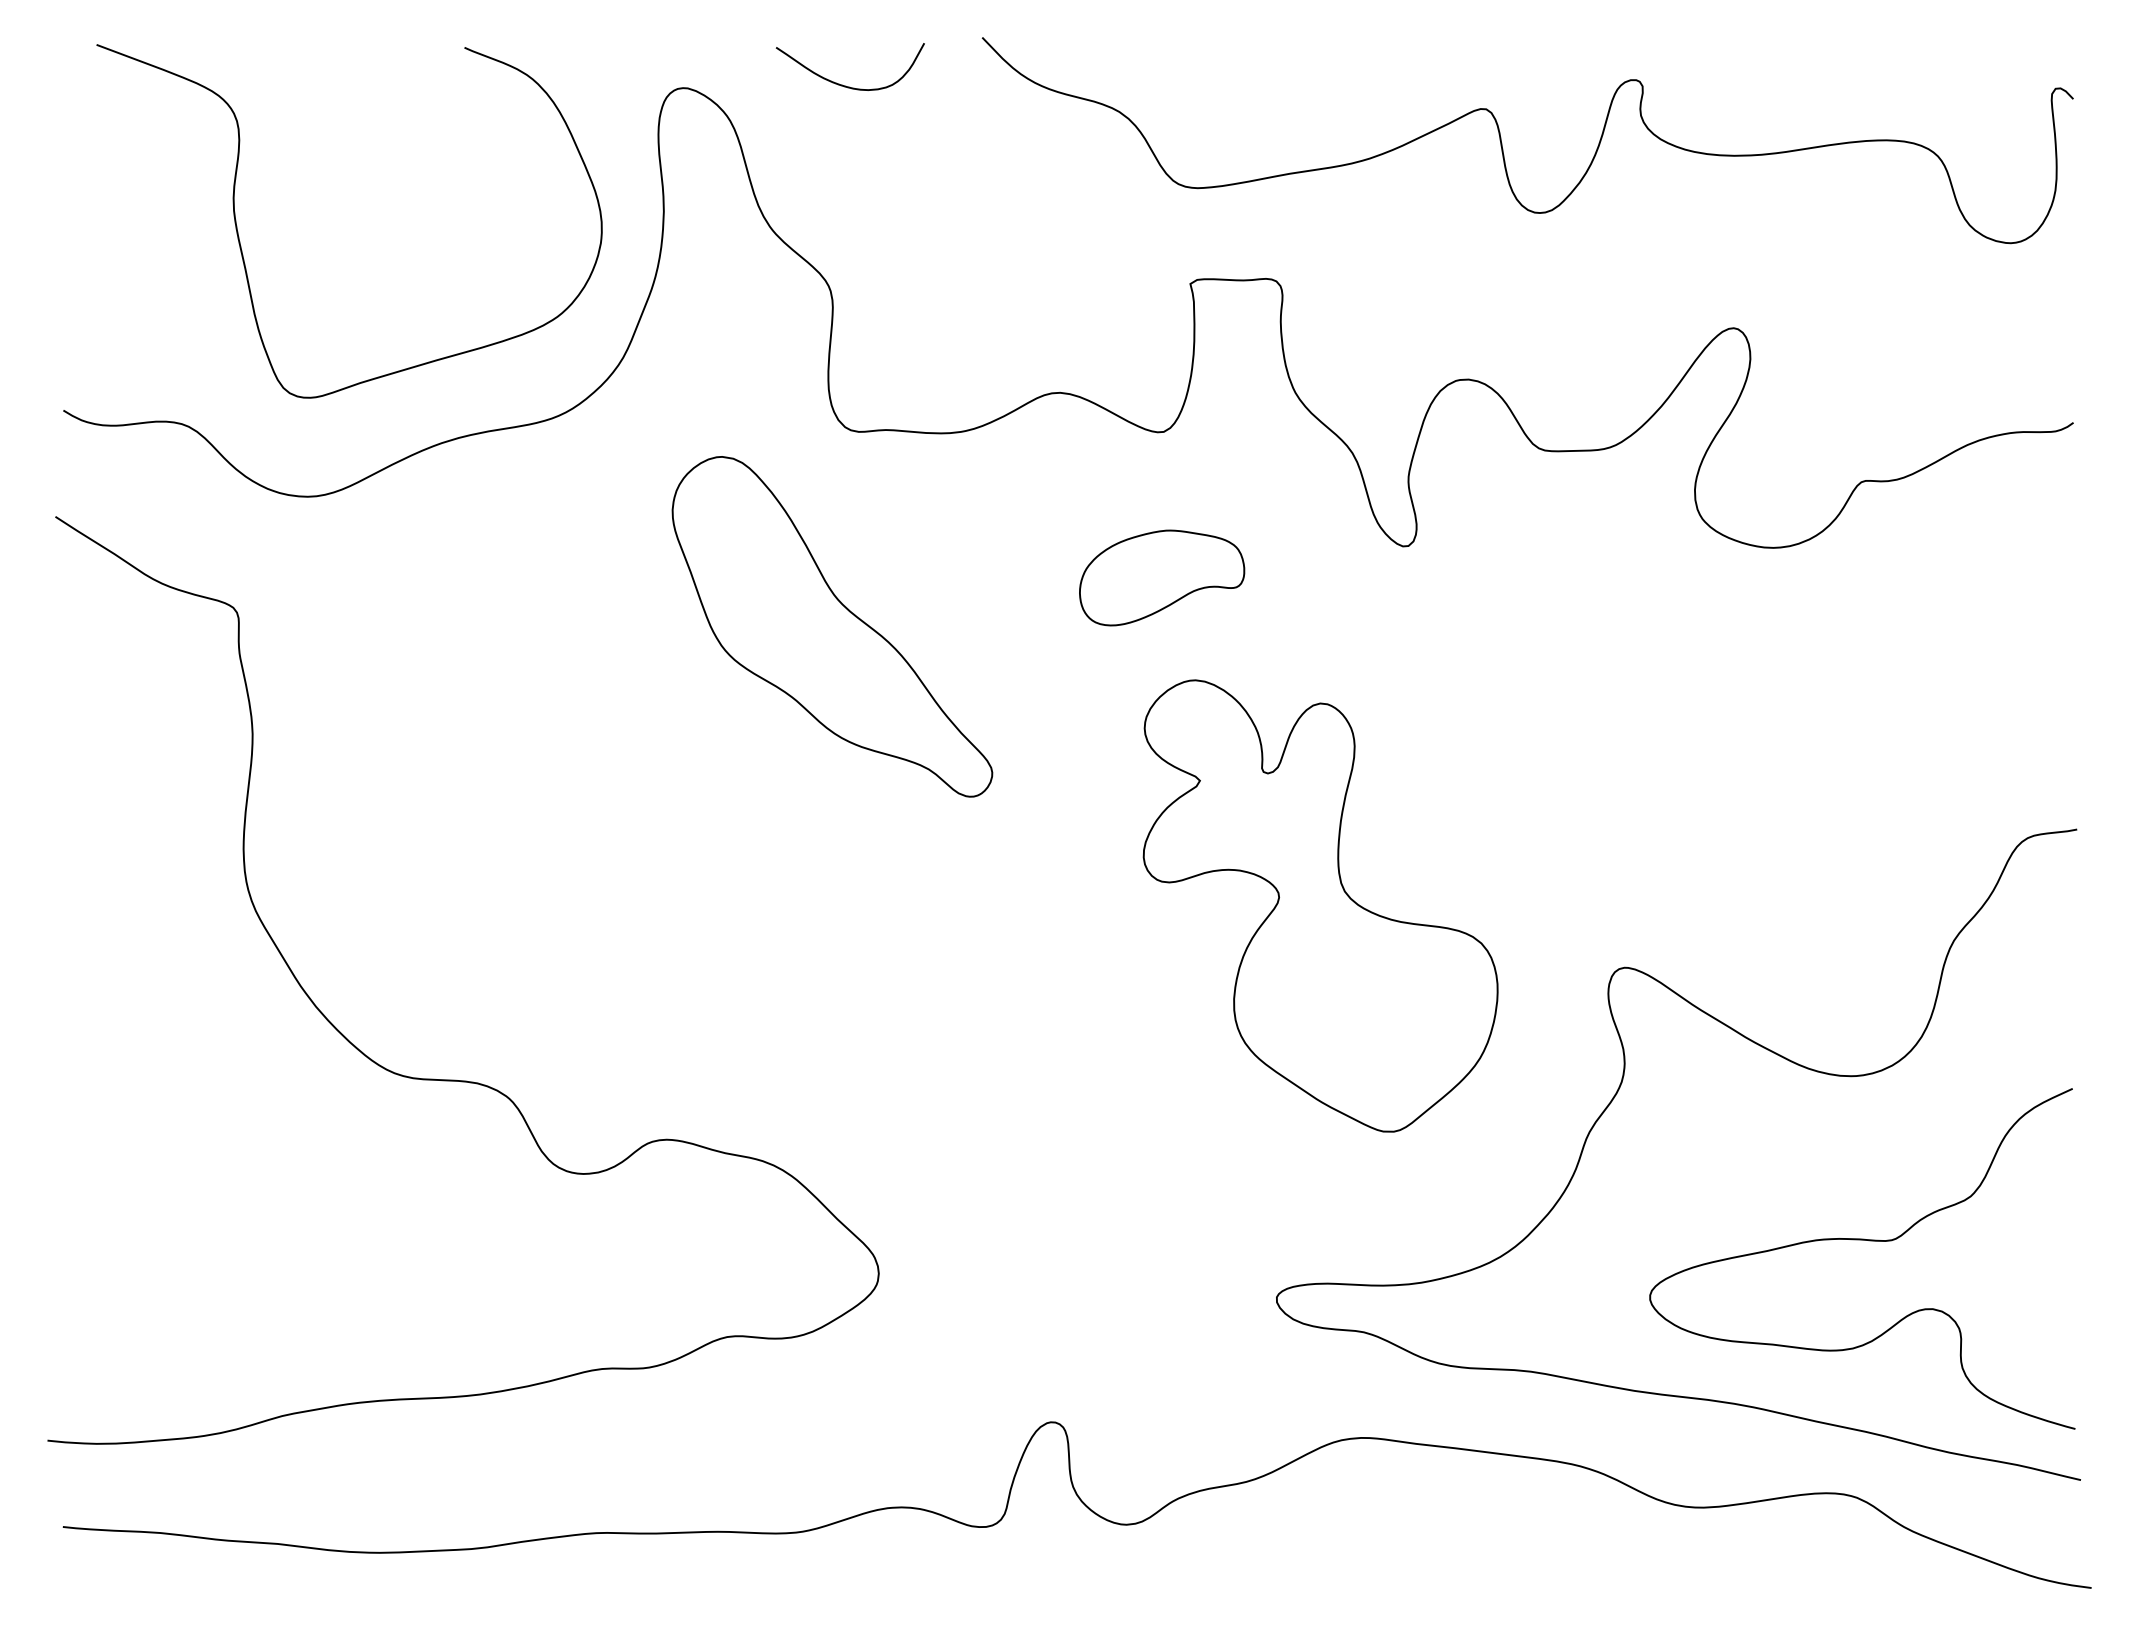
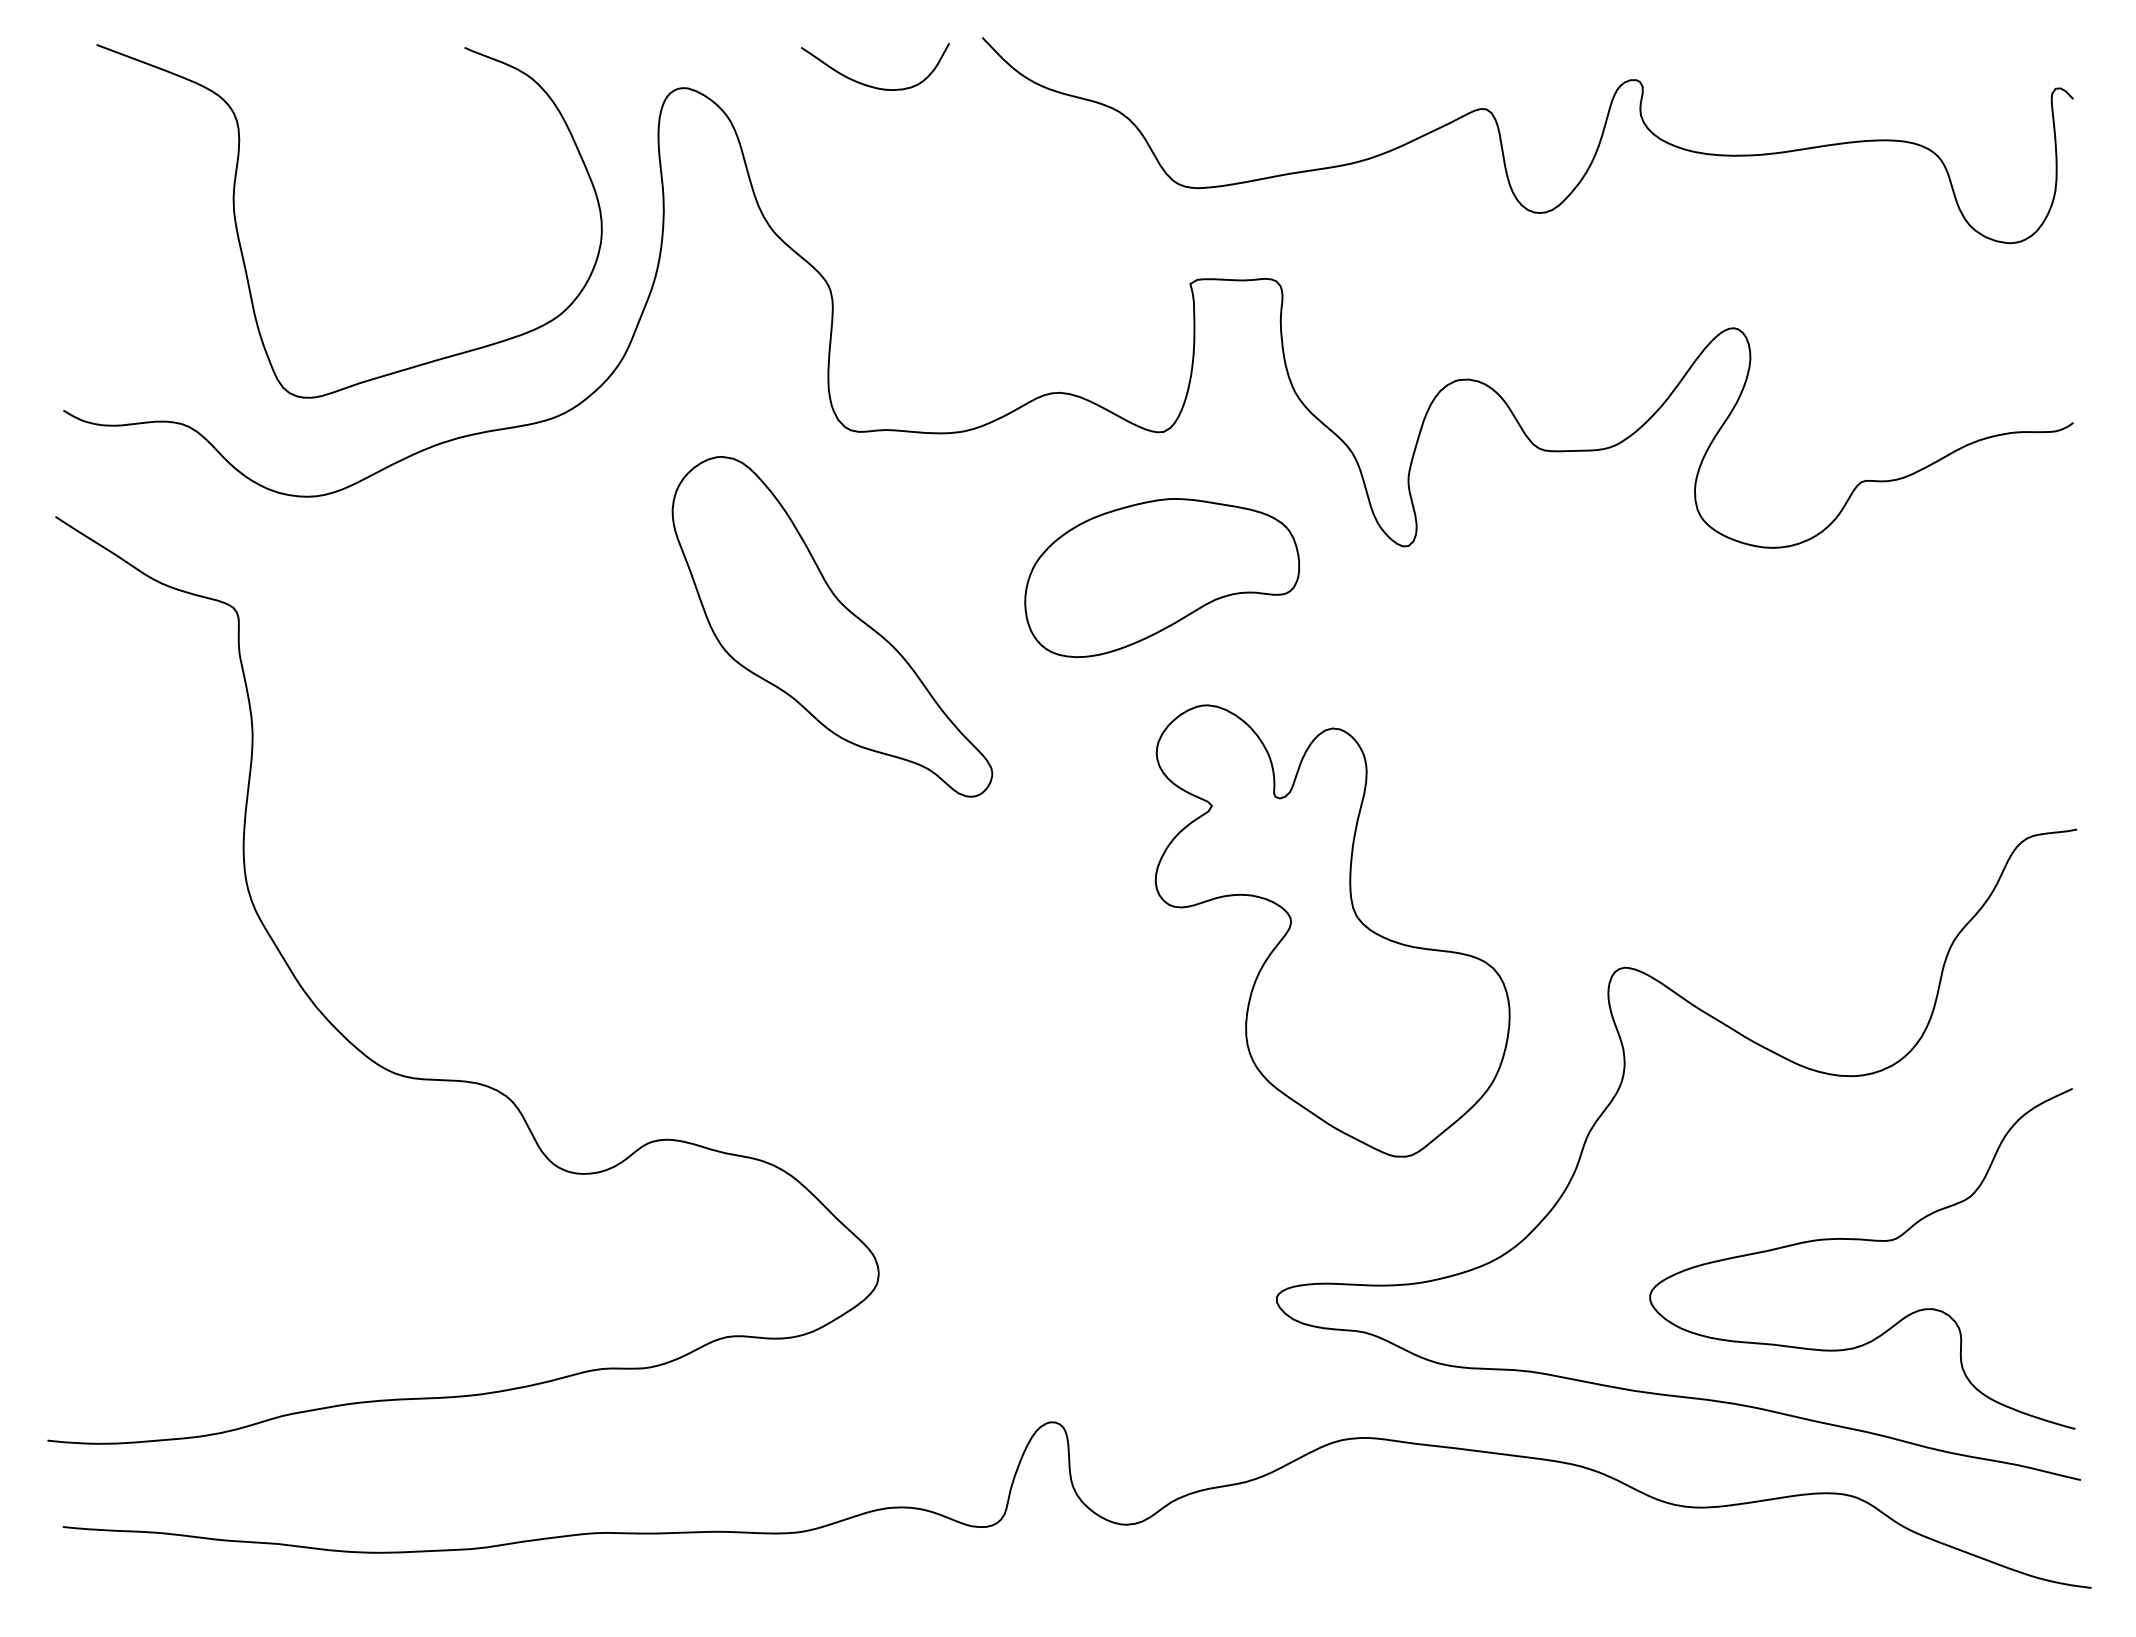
curve at (842, 84) position: (842, 84) -> (867, 84)
part at (1162, 577) size: 167x98 px -> 276x160 px
part at (1320, 905) position: (1320, 905) -> (1332, 930)
